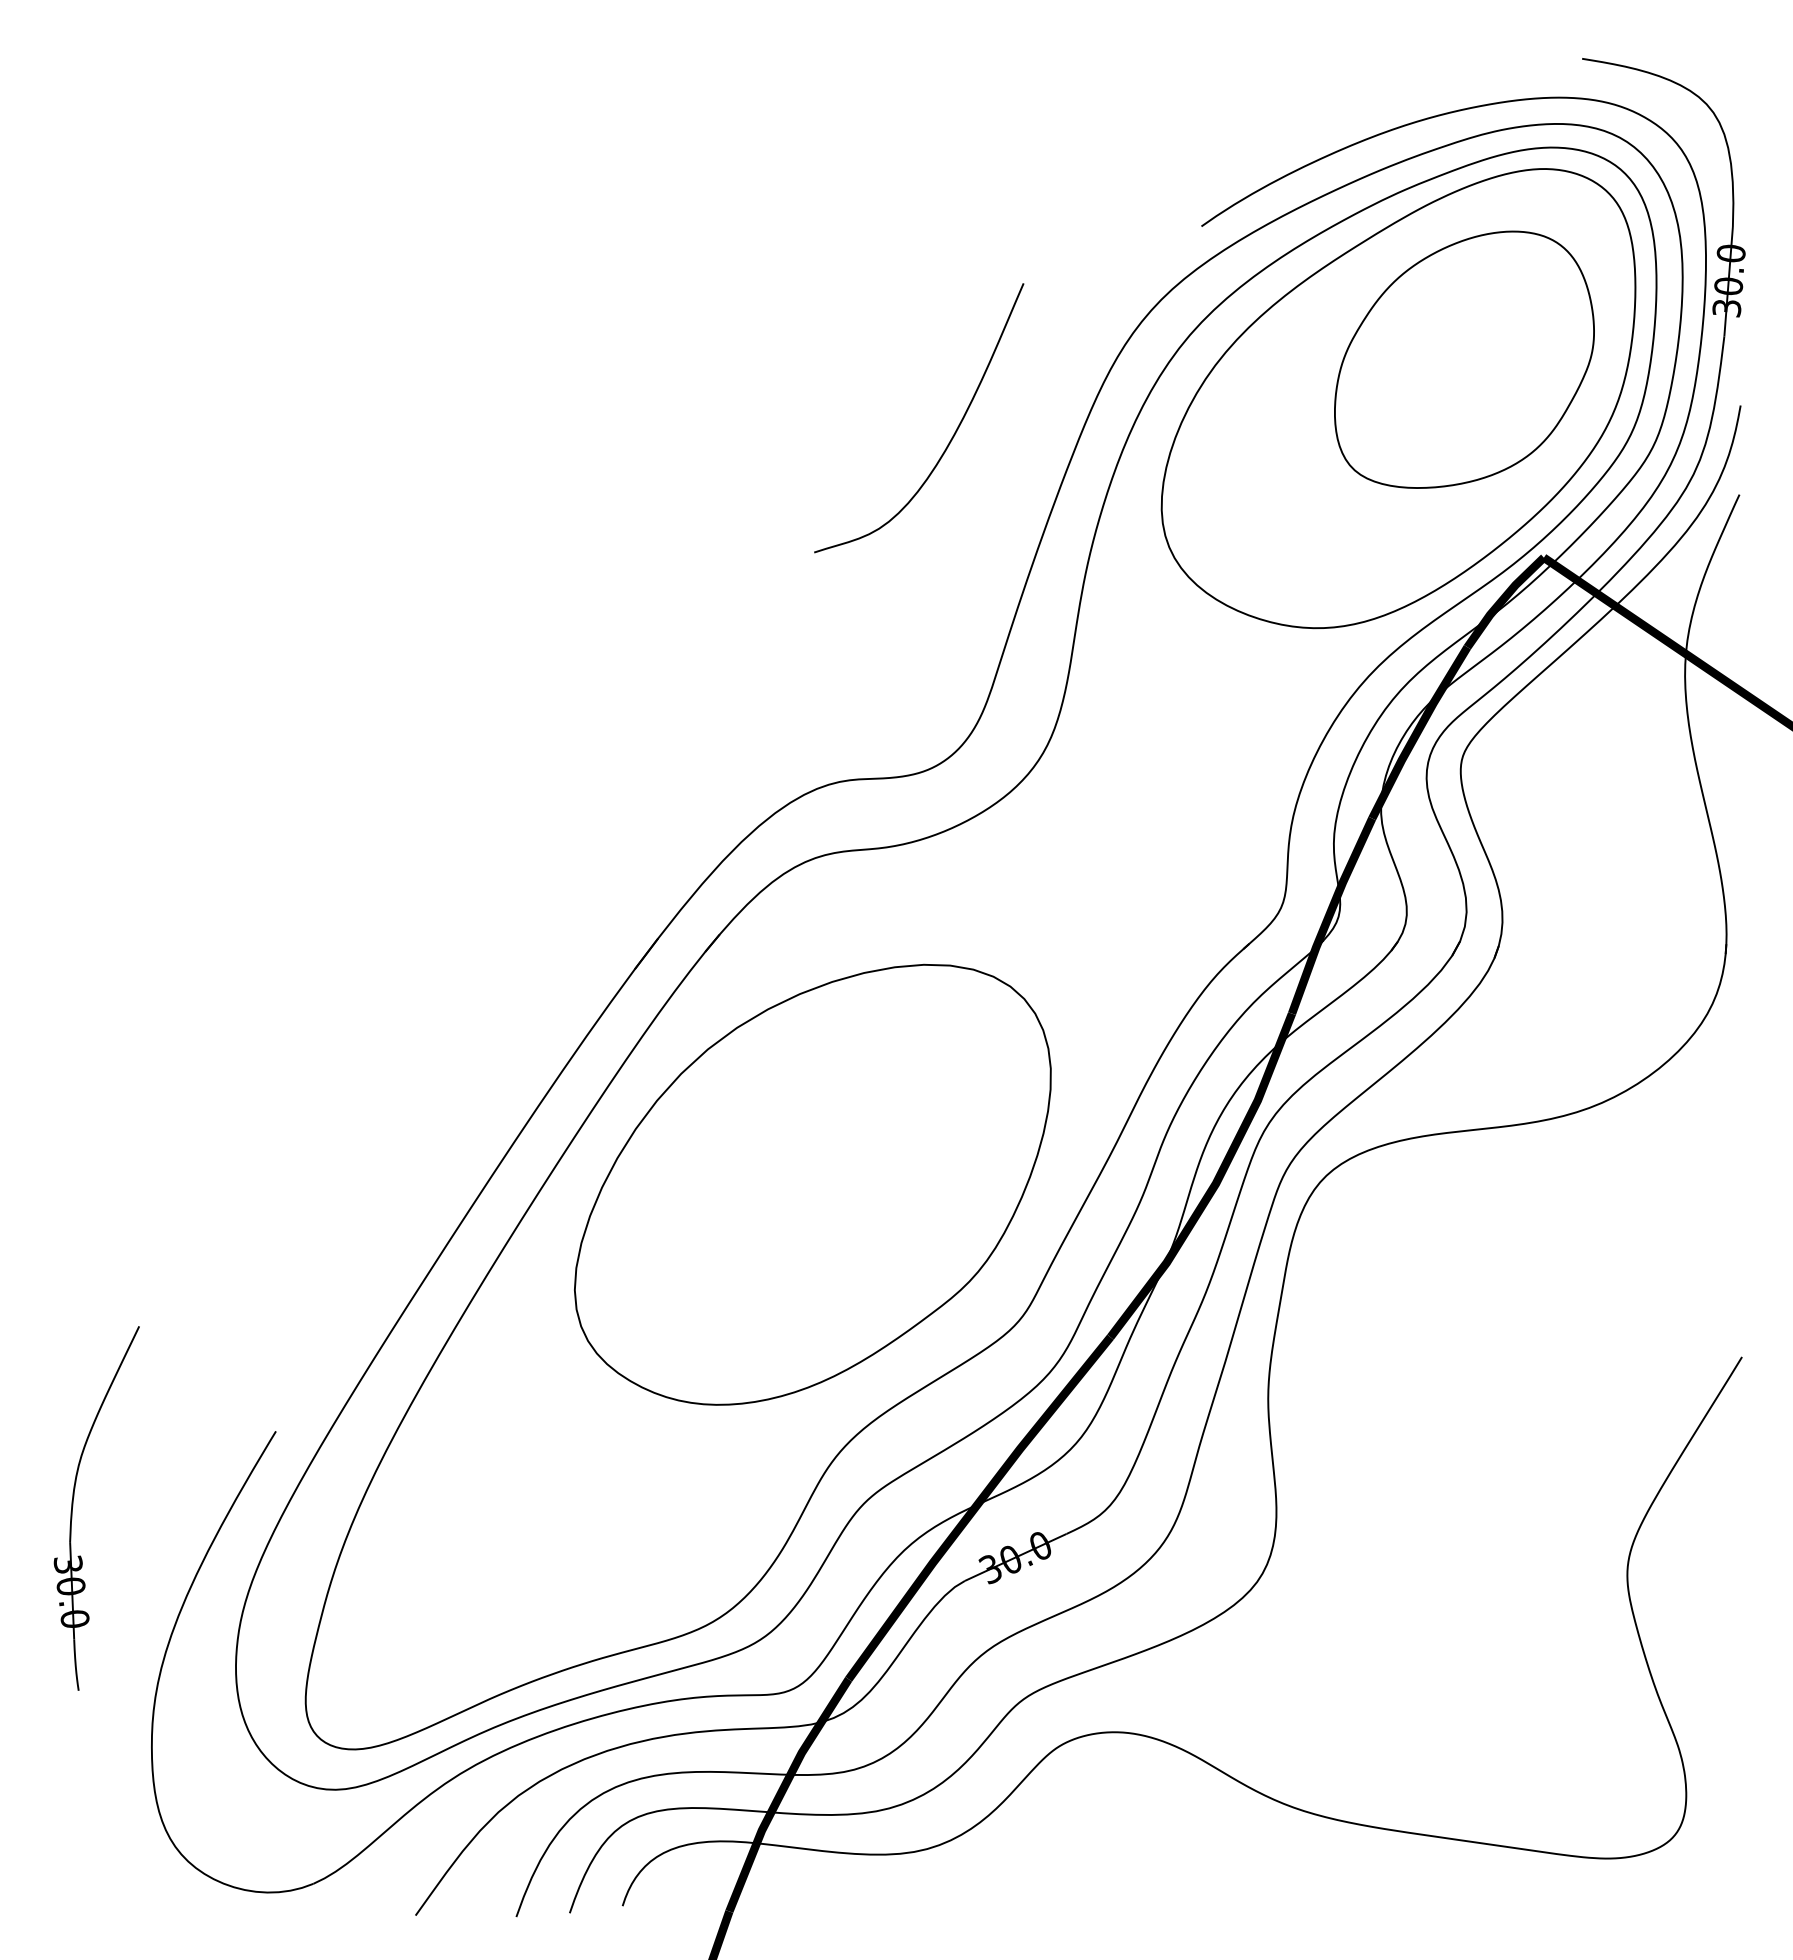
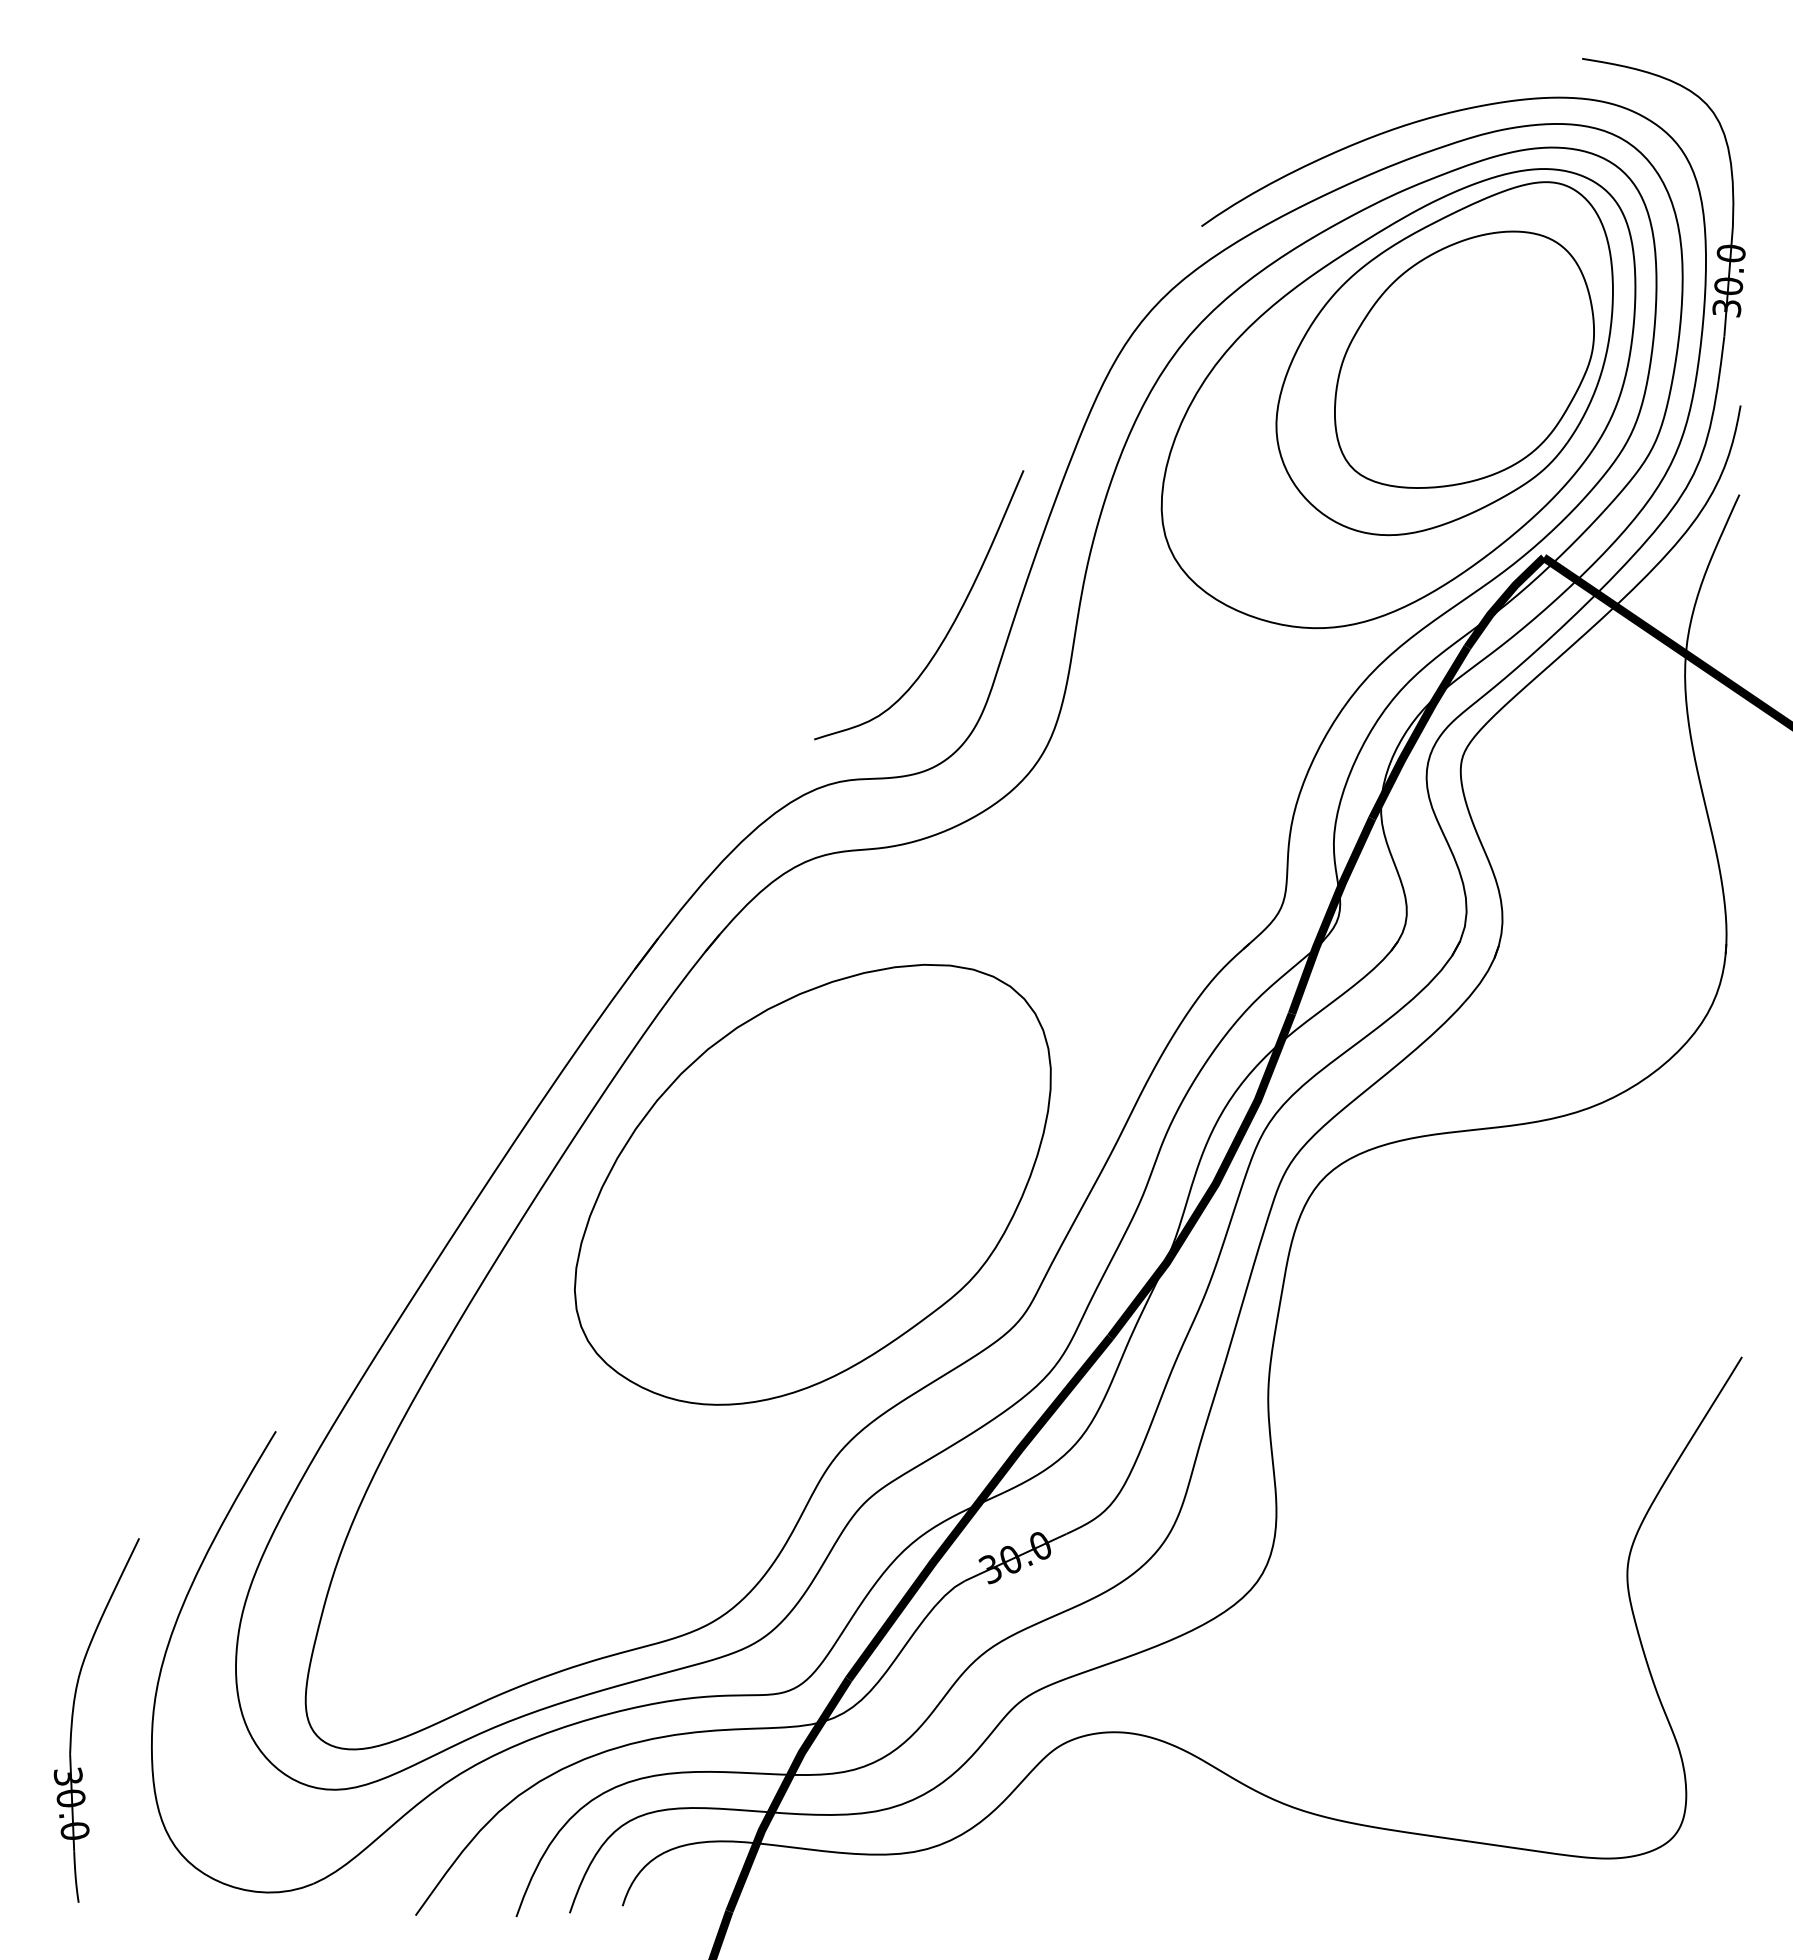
part at (1444, 358): none -> present
curve at (951, 437) position: (951, 437) -> (951, 624)
part at (73, 1506) position: (73, 1506) -> (73, 1718)
